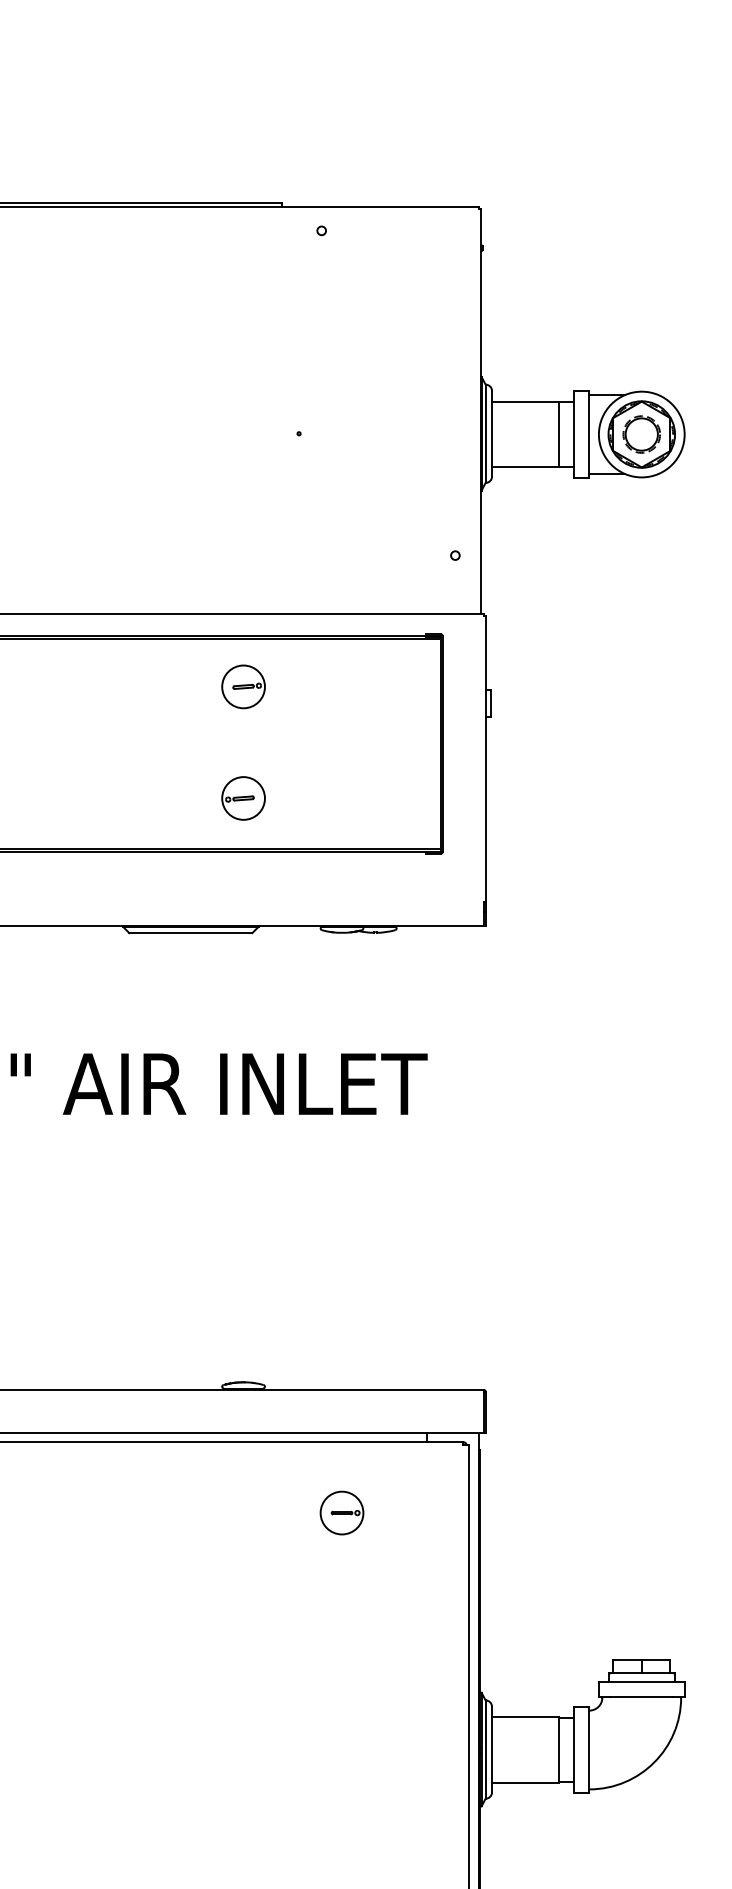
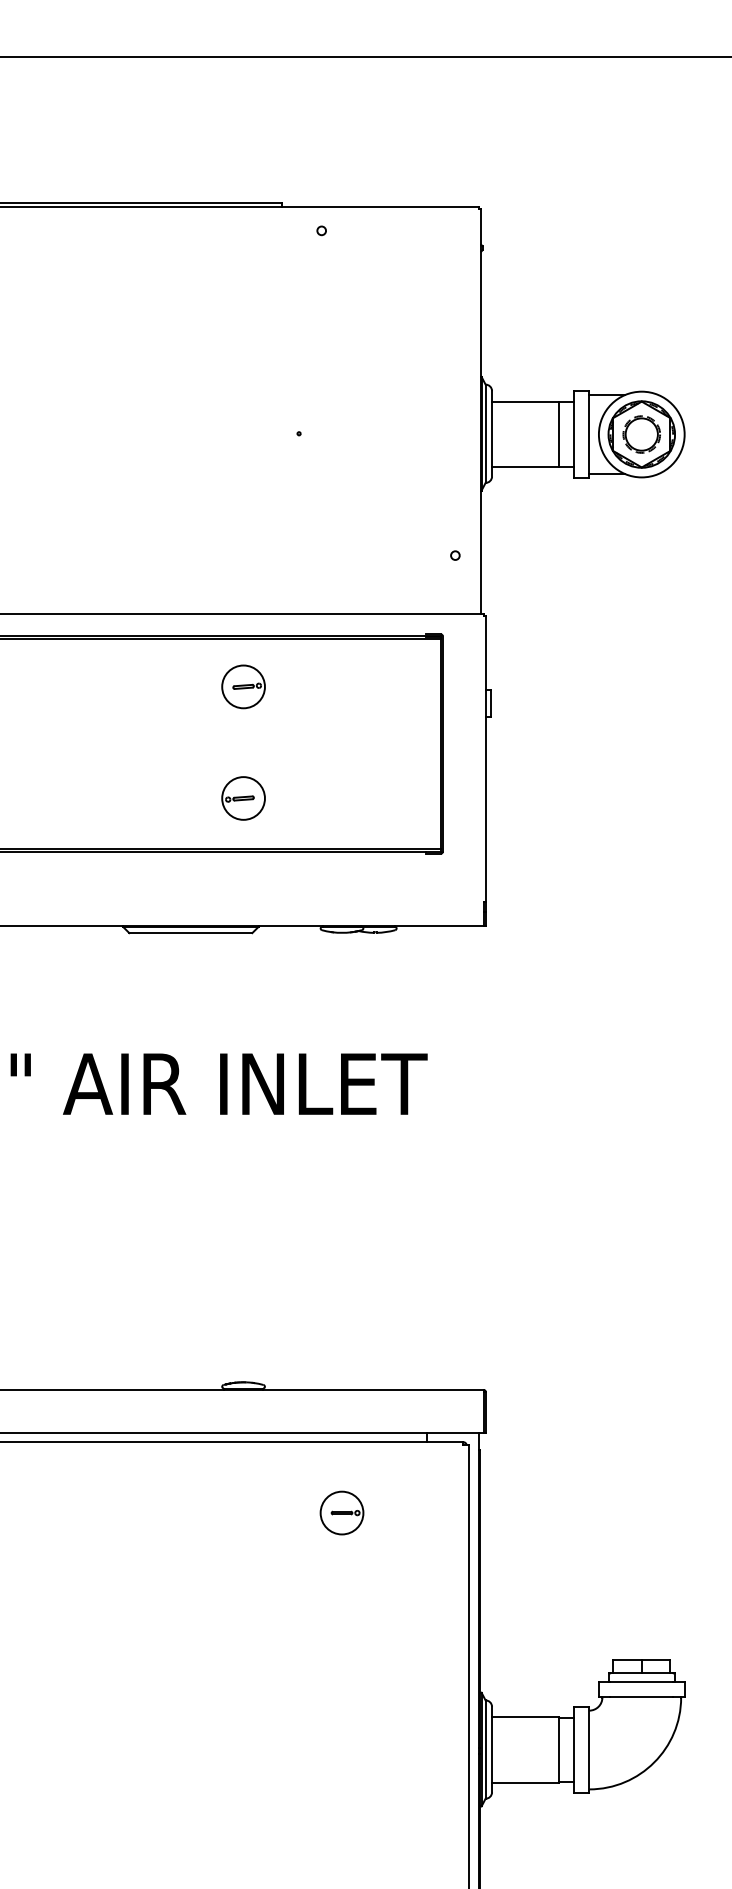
line at (365, 56): none -> present
